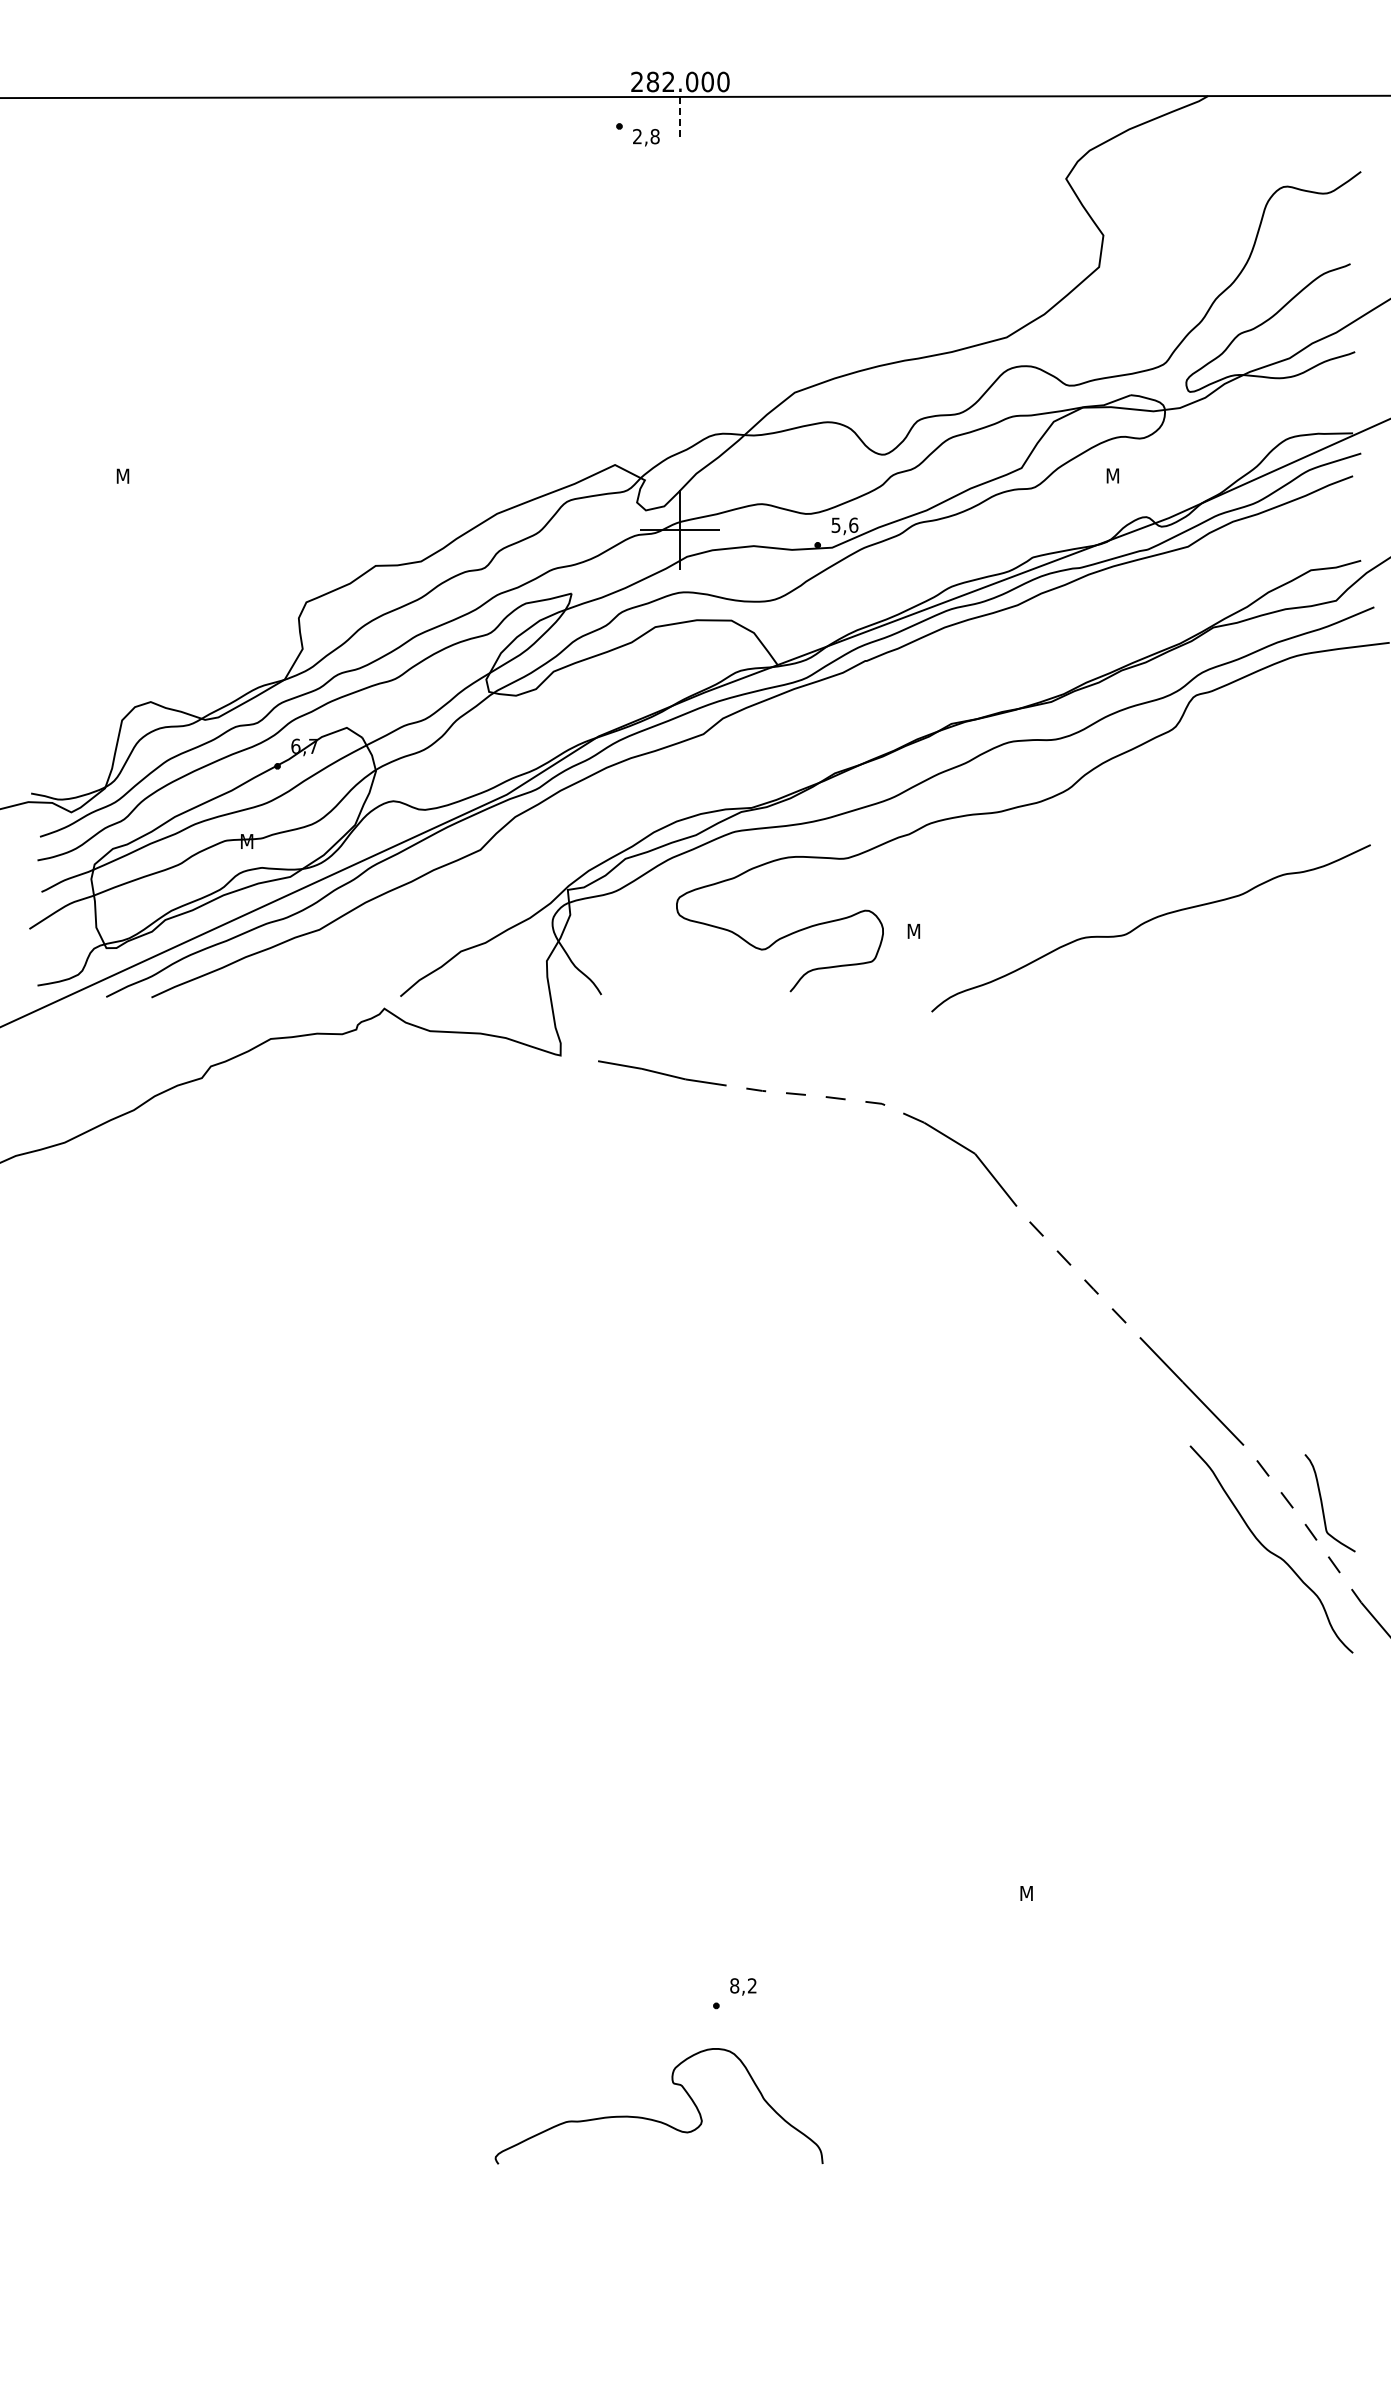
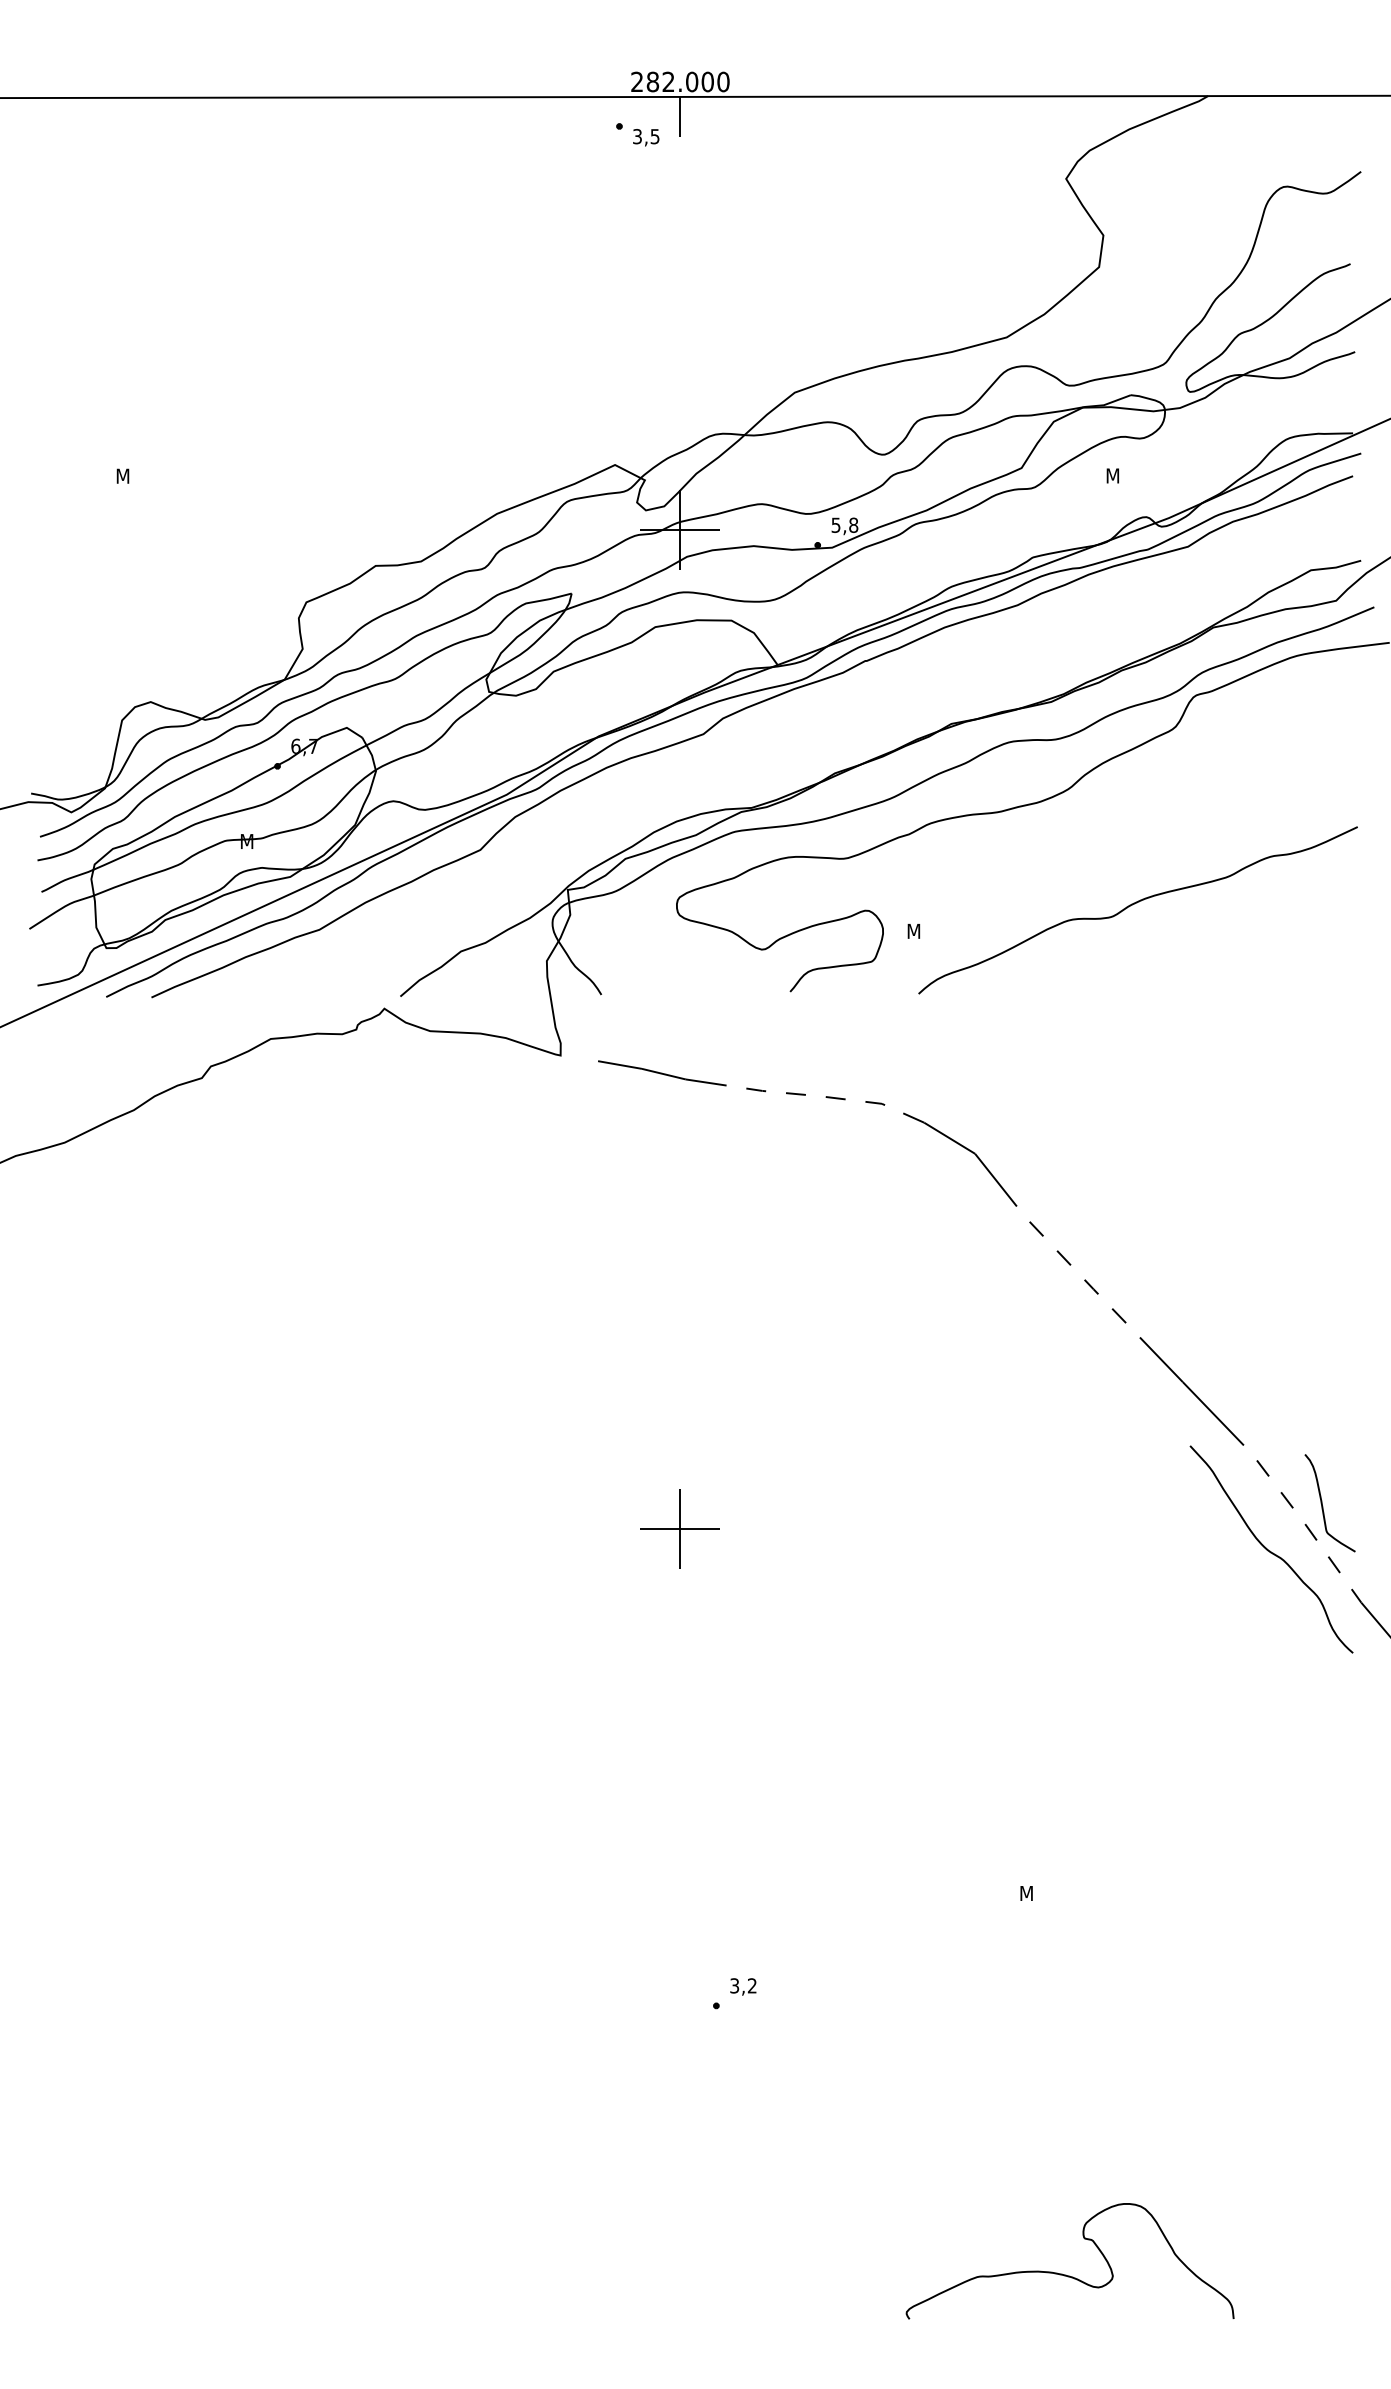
line at (680, 116): dashed -> solid
text at (646, 136): 2,8 -> 3,5
text at (853, 524): 5,6 -> 5,8
curve at (1147, 922) position: (1147, 922) -> (1134, 904)
part at (679, 1528): none -> present
text at (734, 1985): 8,2 -> 3,2
curve at (655, 2119) position: (655, 2119) -> (1066, 2274)
